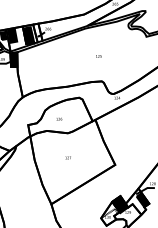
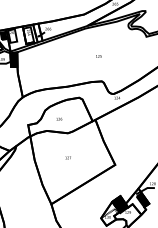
fill at (12, 35): present -> none
fill at (28, 35): present -> none
